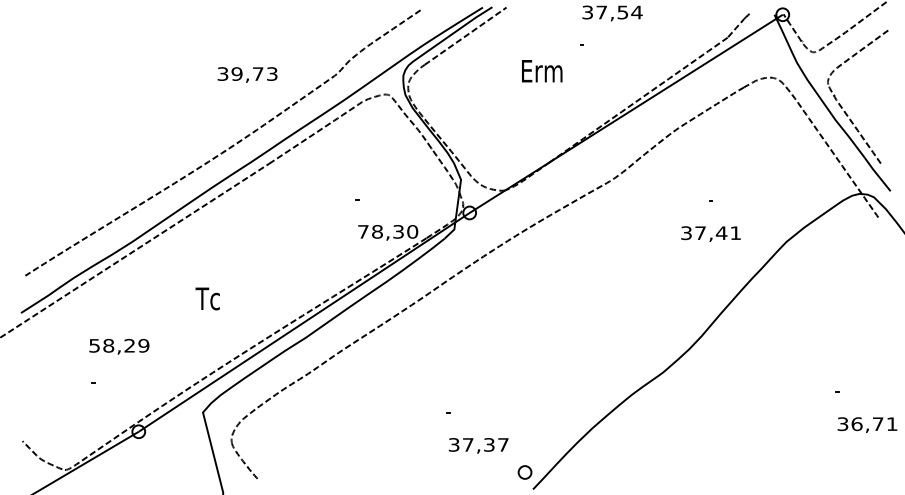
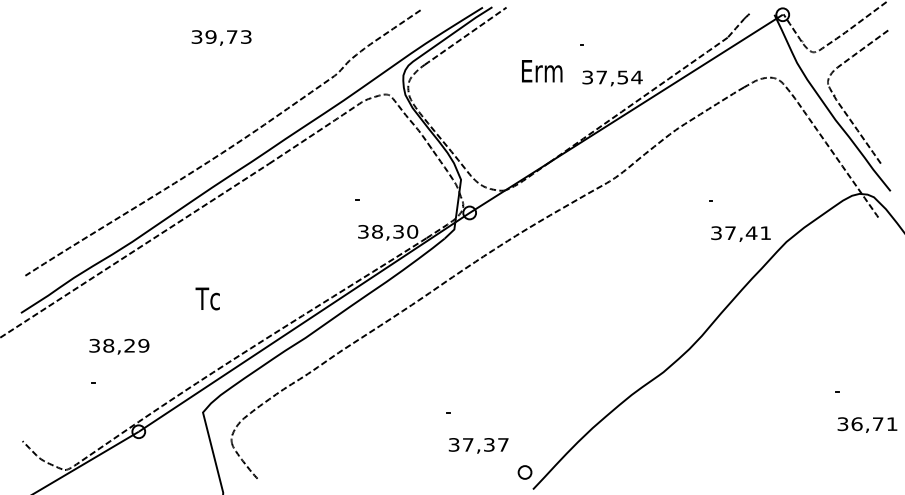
text at (612, 13) position: (612, 13) -> (612, 78)
text at (247, 74) position: (247, 74) -> (221, 37)
text at (363, 231): 78,30 -> 38,30
text at (710, 233) position: (710, 233) -> (740, 233)
text at (94, 344): 58,29 -> 38,29
